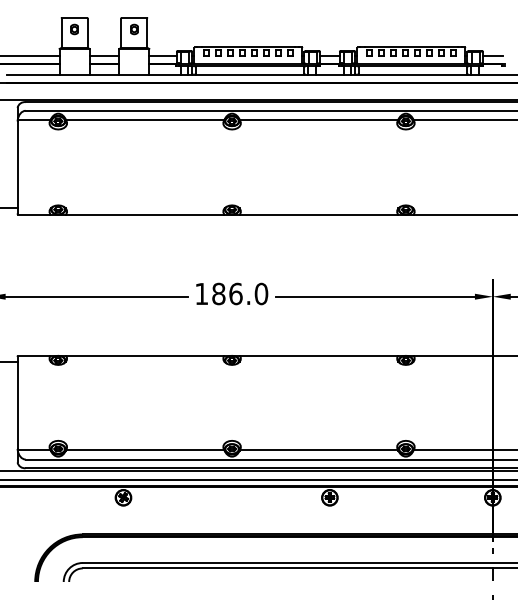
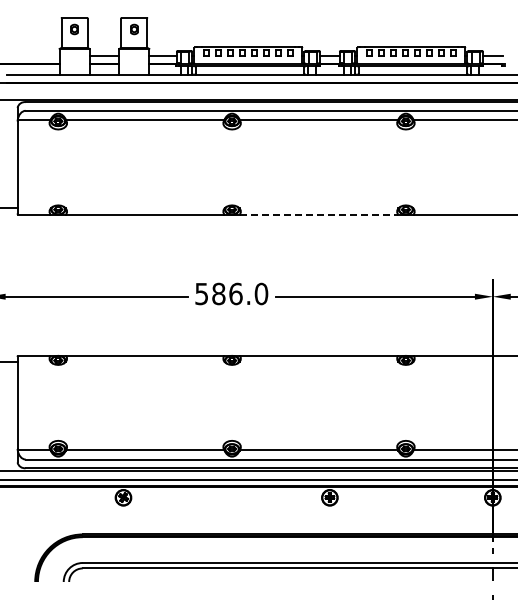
line at (30, 55): present -> none
line at (319, 214): solid -> dashed
text at (201, 294): 186.0 -> 586.0
